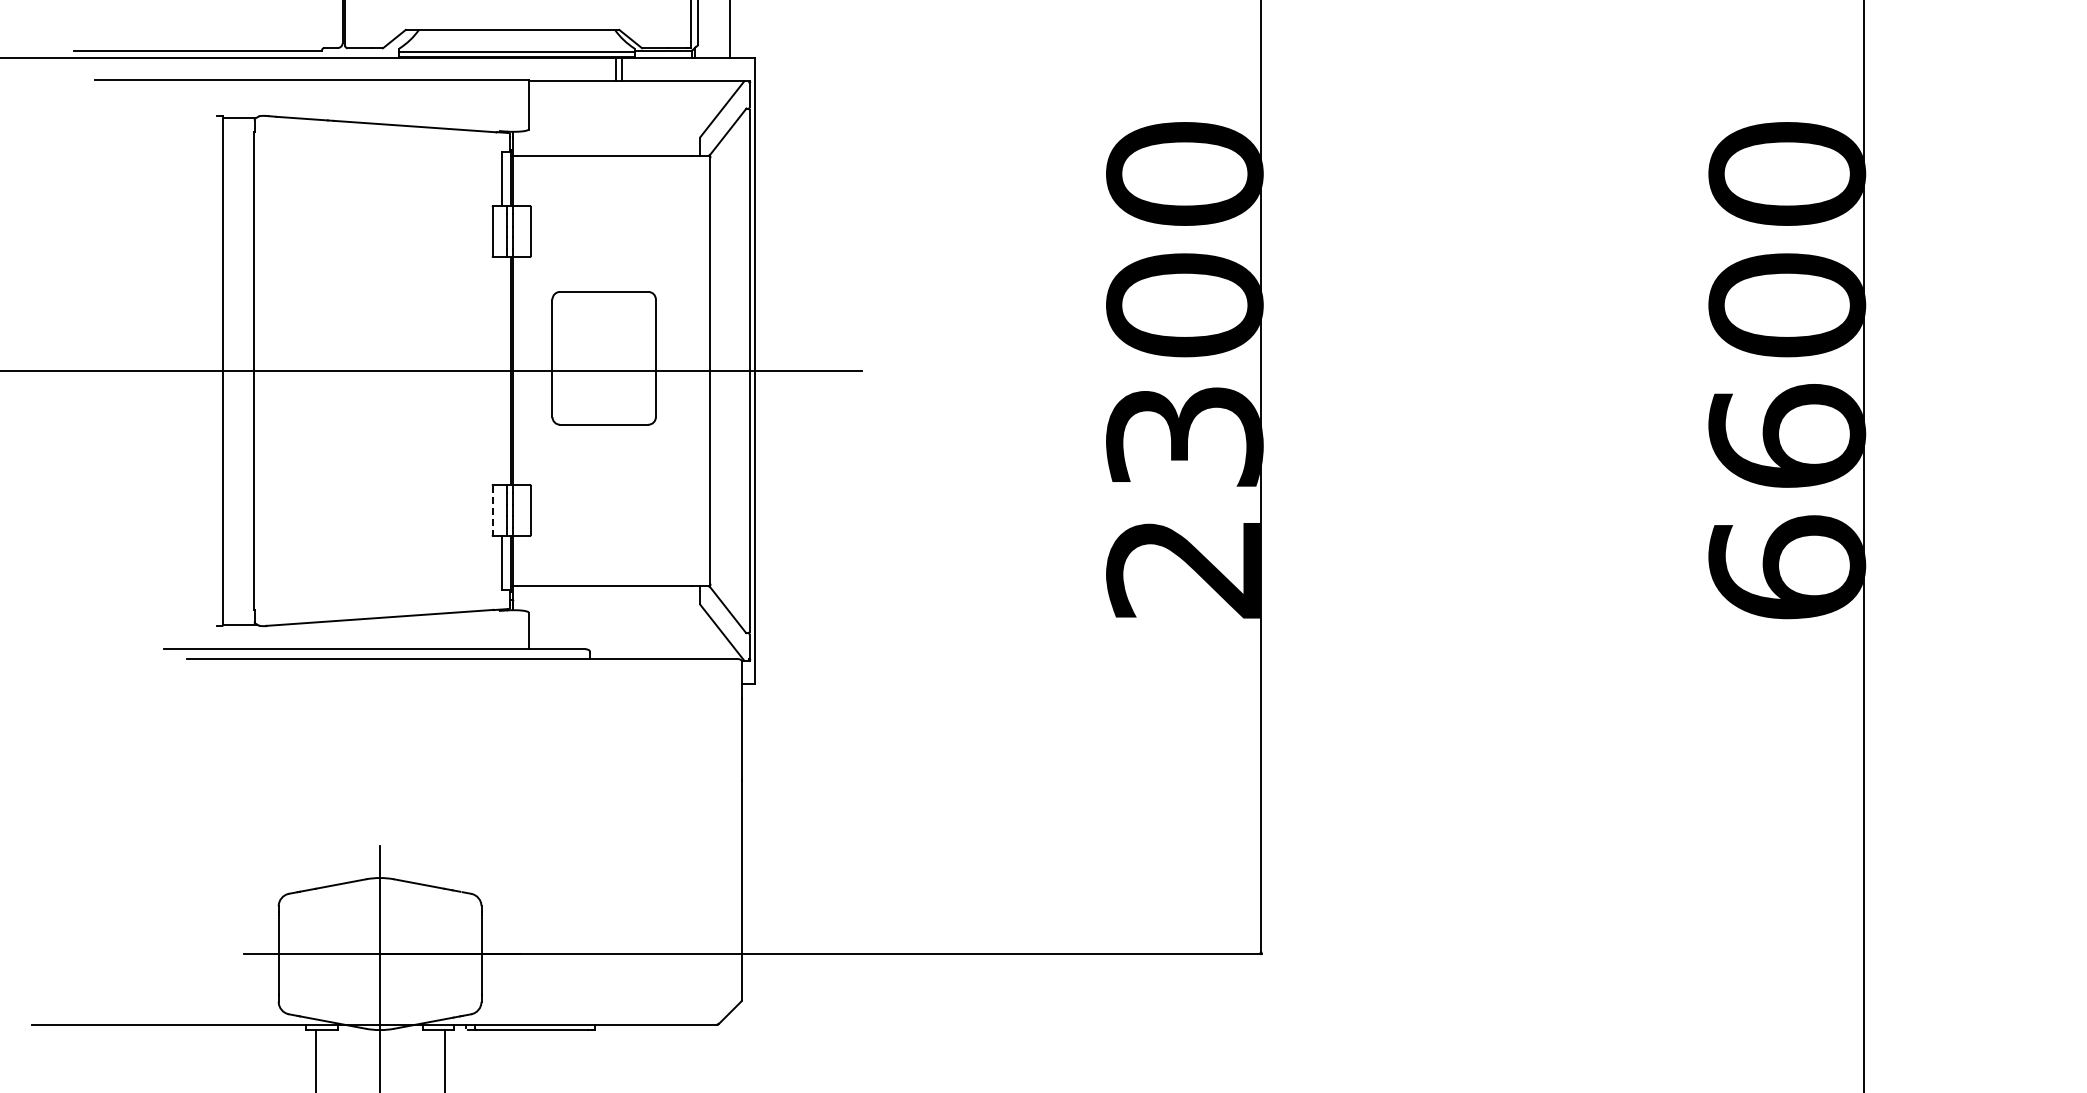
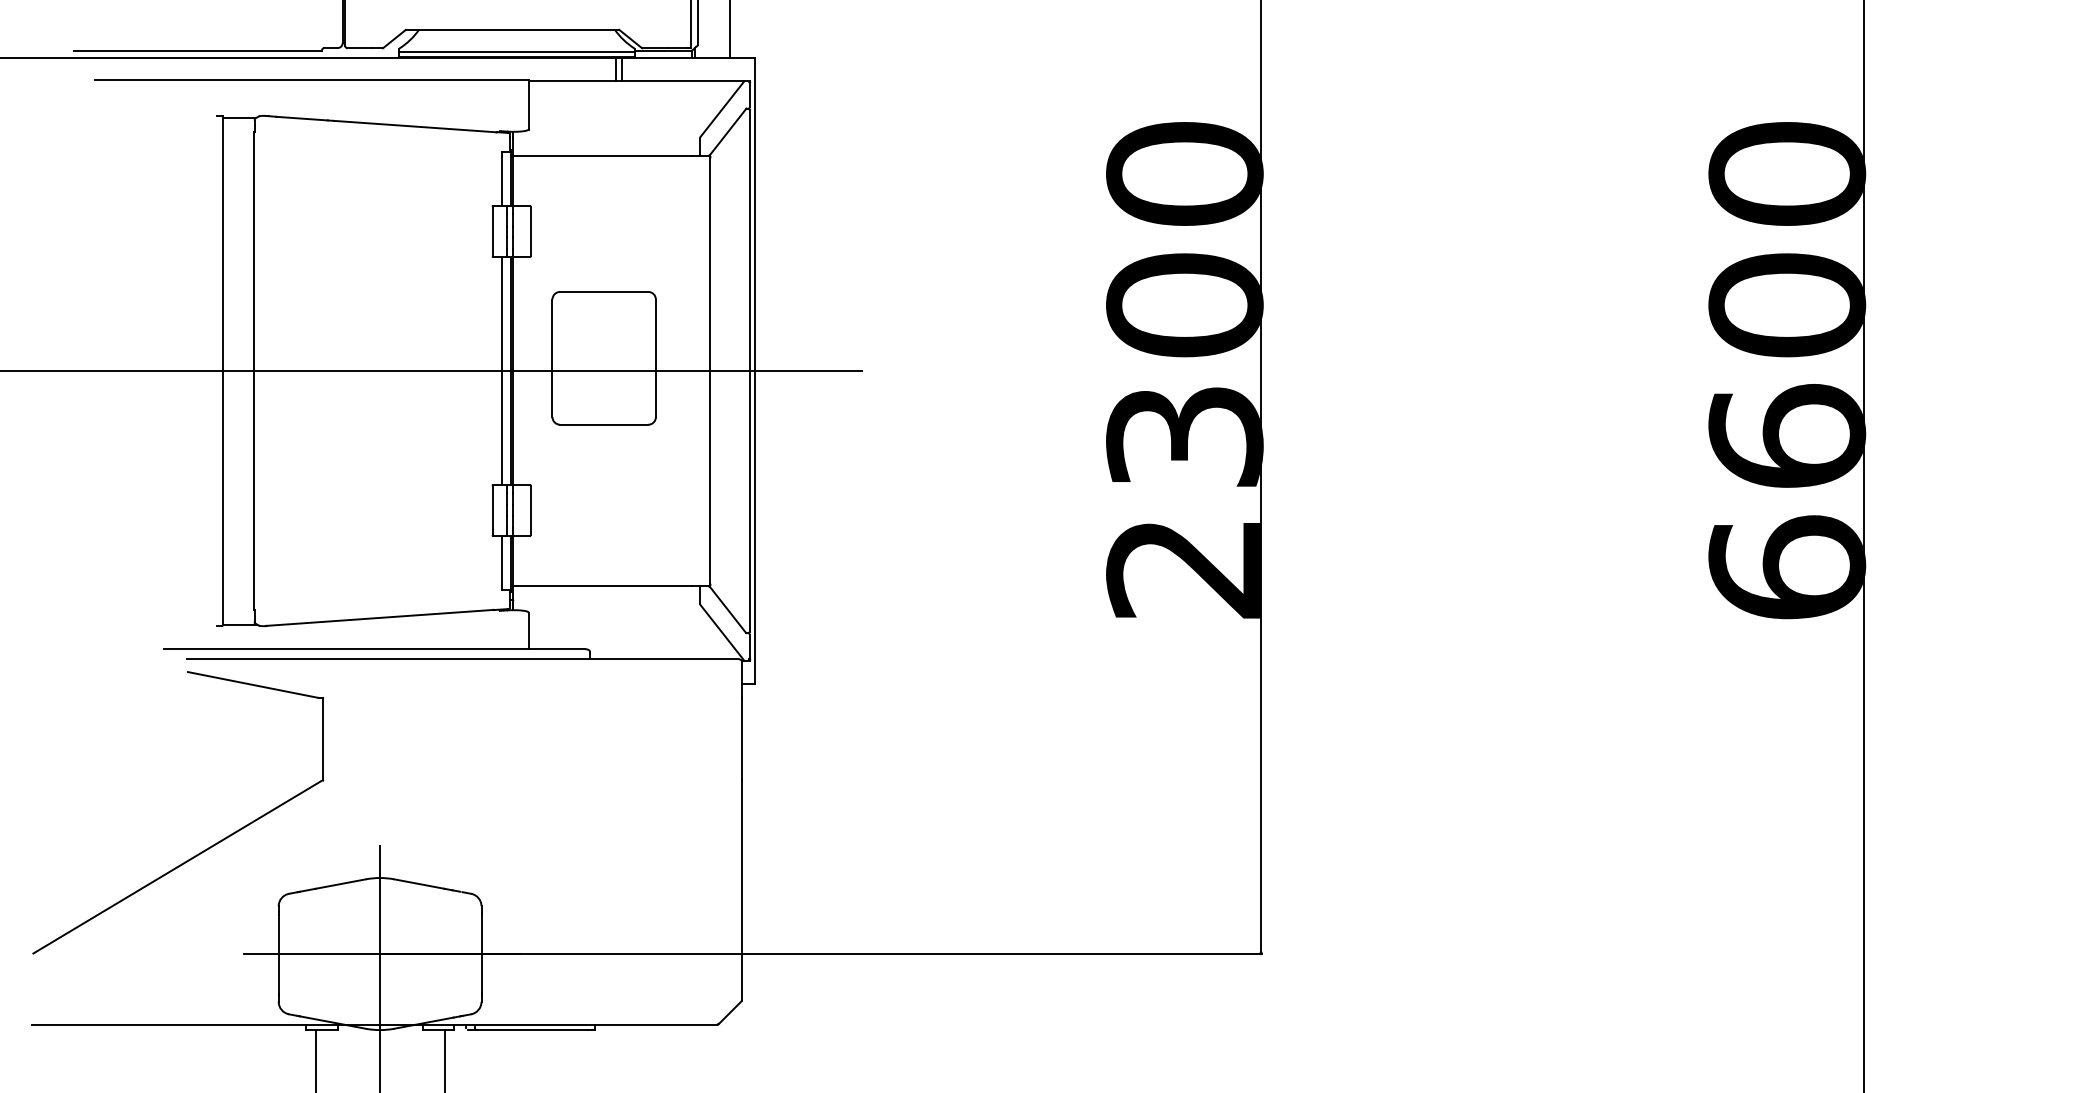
line at (501, 370): none -> present
line at (492, 510): dashed -> solid
part at (201, 851): none -> present
